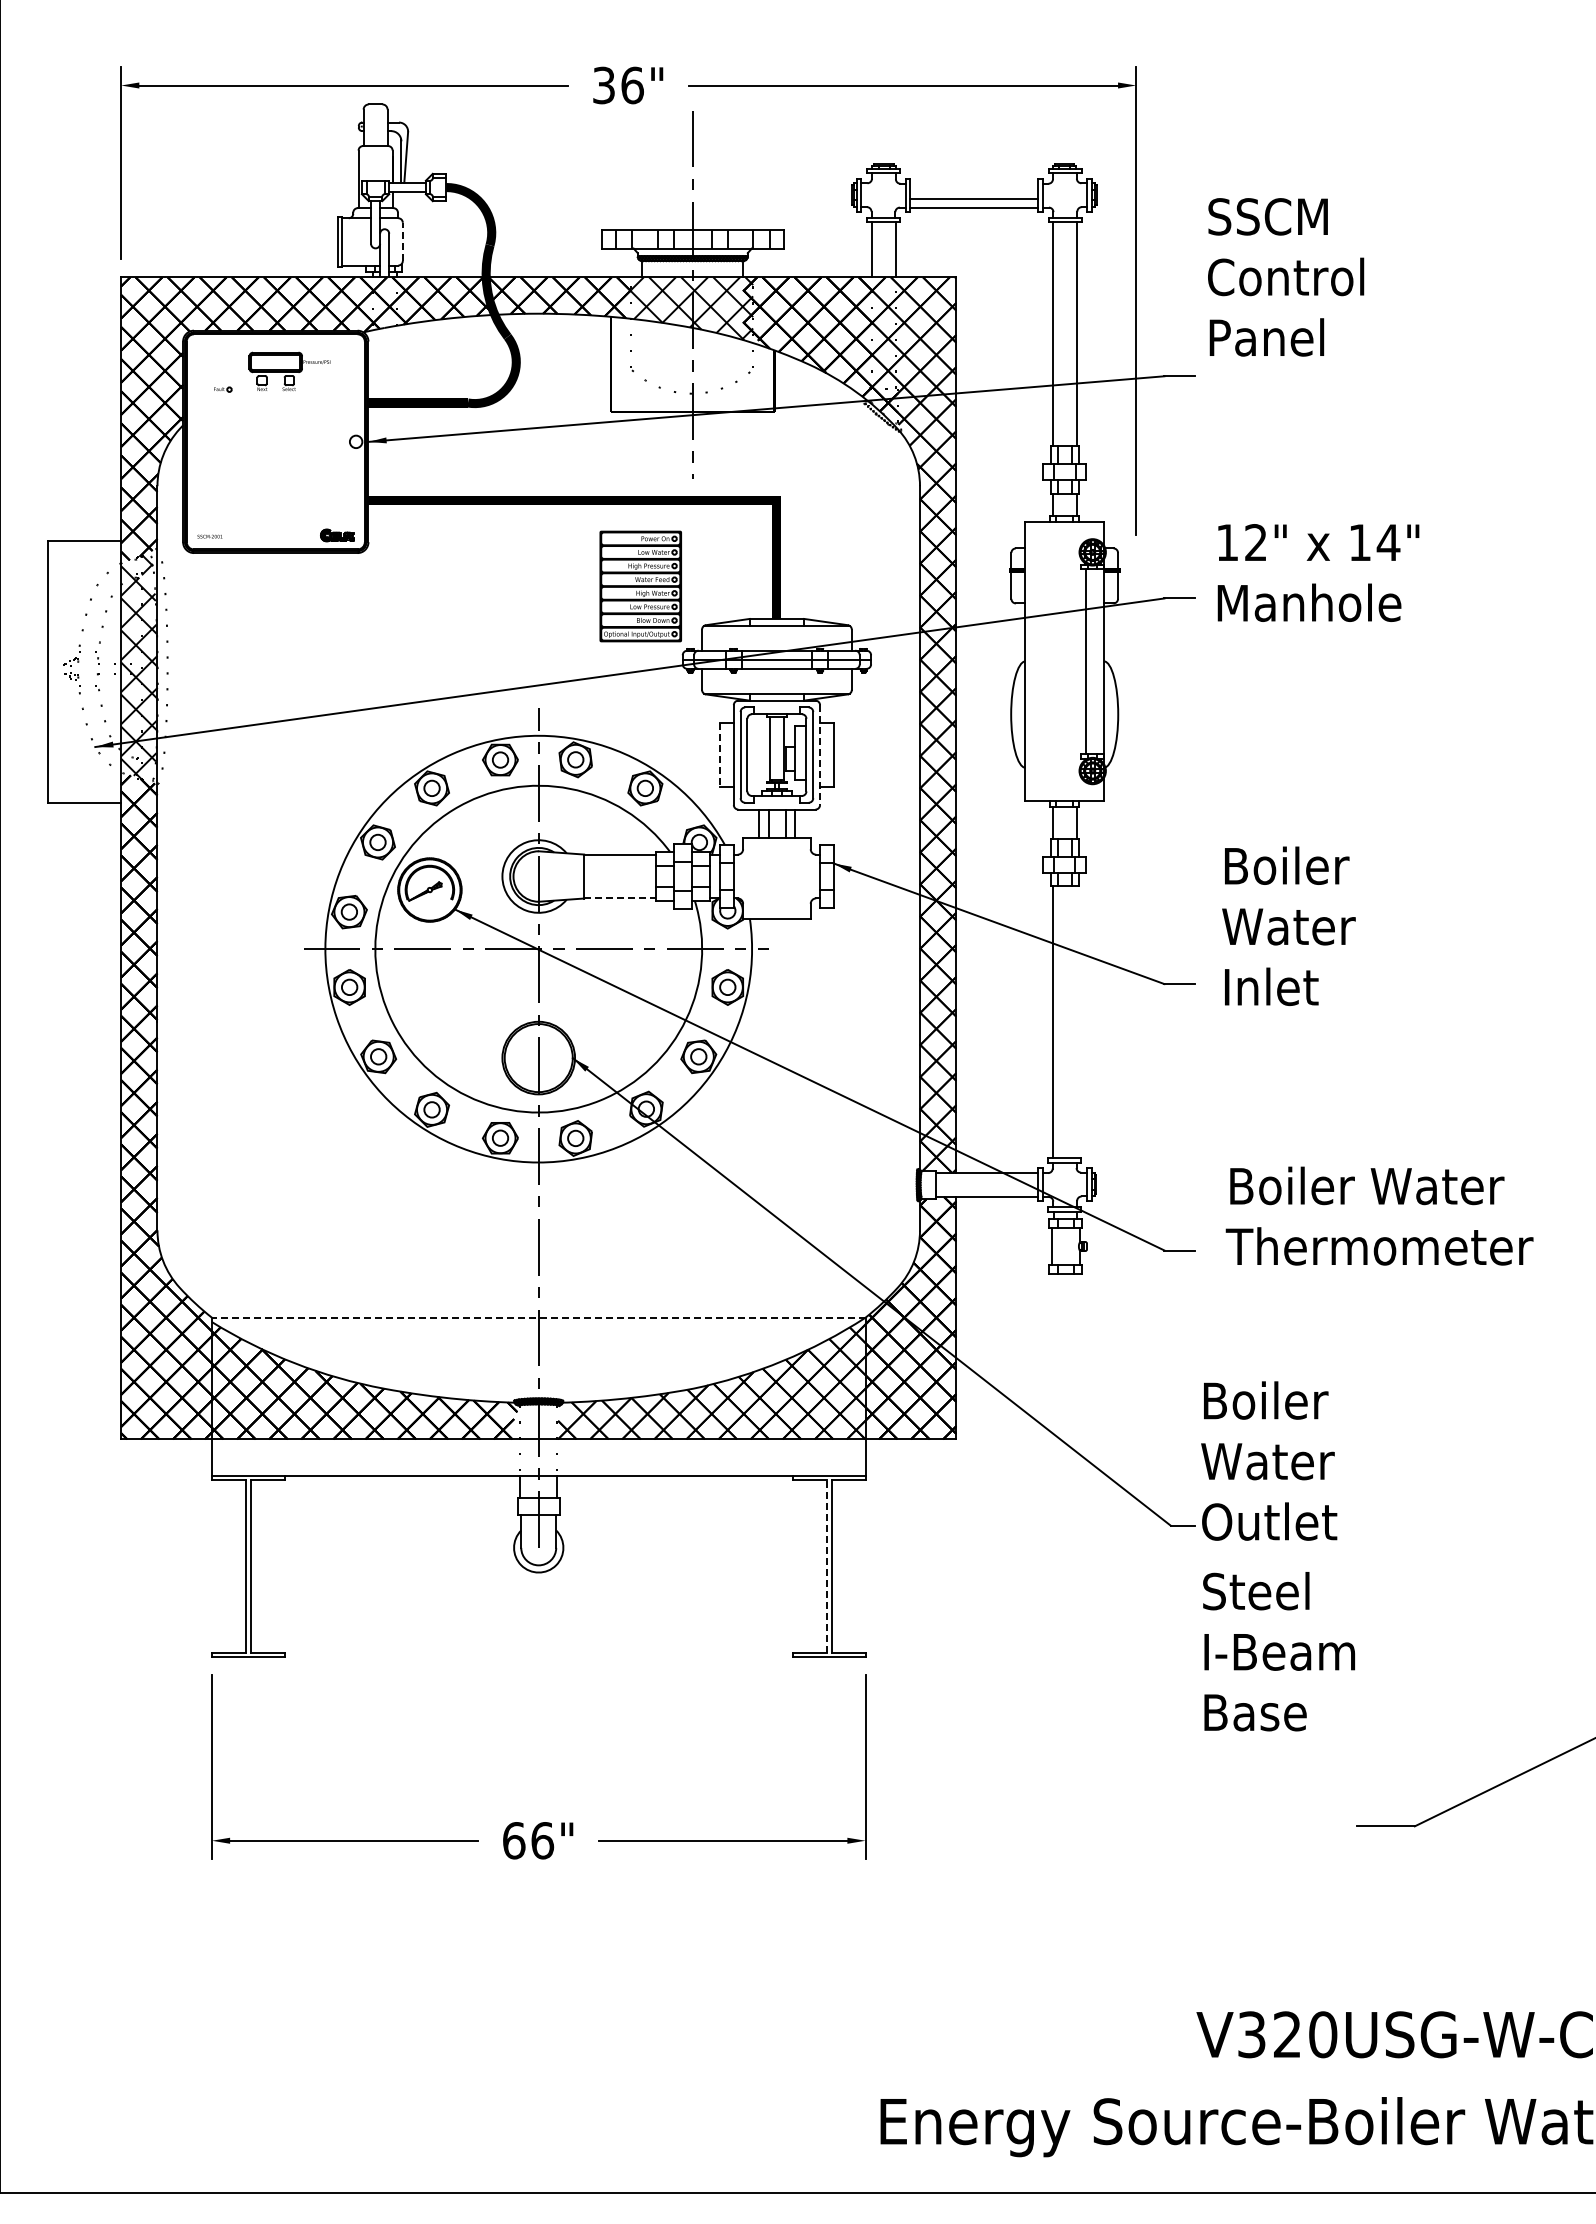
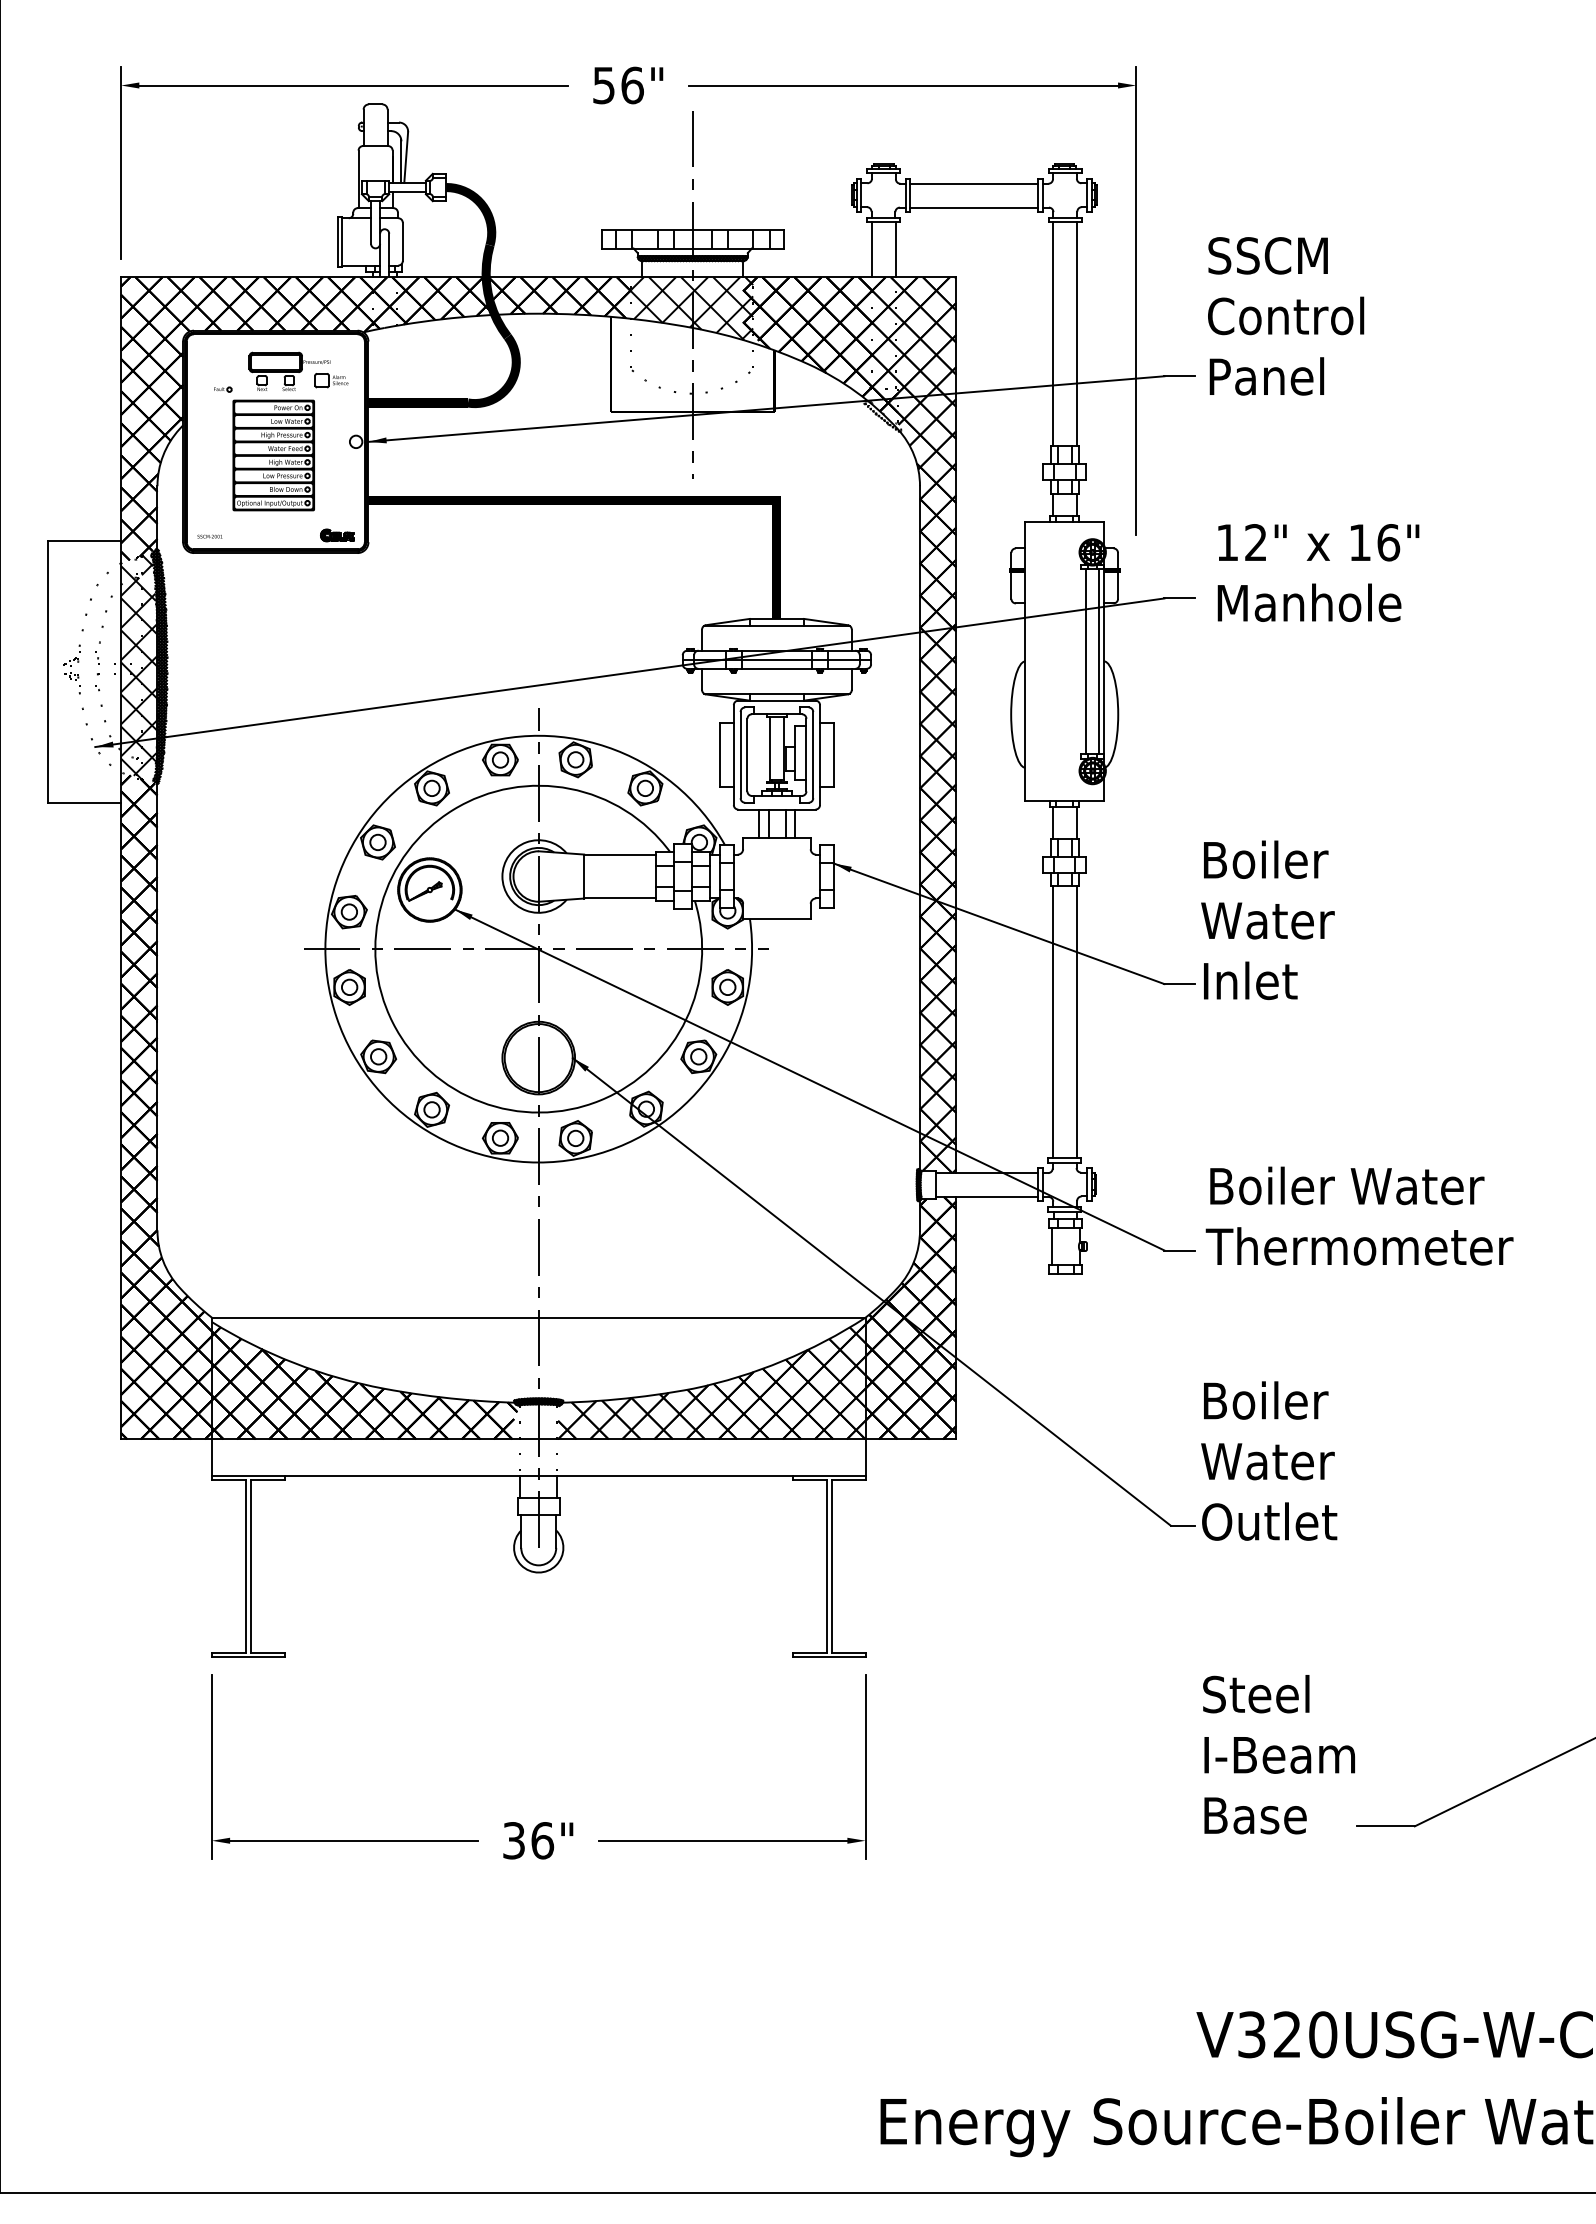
text at (603, 84): 36" -> 56"
line at (974, 199) position: (974, 199) -> (974, 184)
line at (402, 241): dashed -> solid
text at (1286, 277) position: (1286, 277) -> (1286, 316)
part at (331, 380): none -> present
text at (1388, 542): 14" -> 16"
part at (640, 586) position: (640, 586) -> (273, 455)
line at (1099, 661): none -> present
hatch at (158, 666): none -> present
line at (720, 755): dashed -> solid
line at (820, 755): dashed -> solid
line at (619, 898): dashed -> solid
text at (1288, 925) position: (1288, 925) -> (1267, 919)
line at (1076, 1022): none -> present
text at (1379, 1215) position: (1379, 1215) -> (1359, 1215)
line at (538, 1317): dashed -> solid
line at (826, 1565): dashed -> solid
text at (1278, 1651) position: (1278, 1651) -> (1278, 1754)
text at (514, 1840): 66" -> 36"
